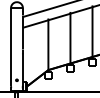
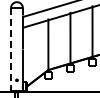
line at (11, 47): solid -> dashed
